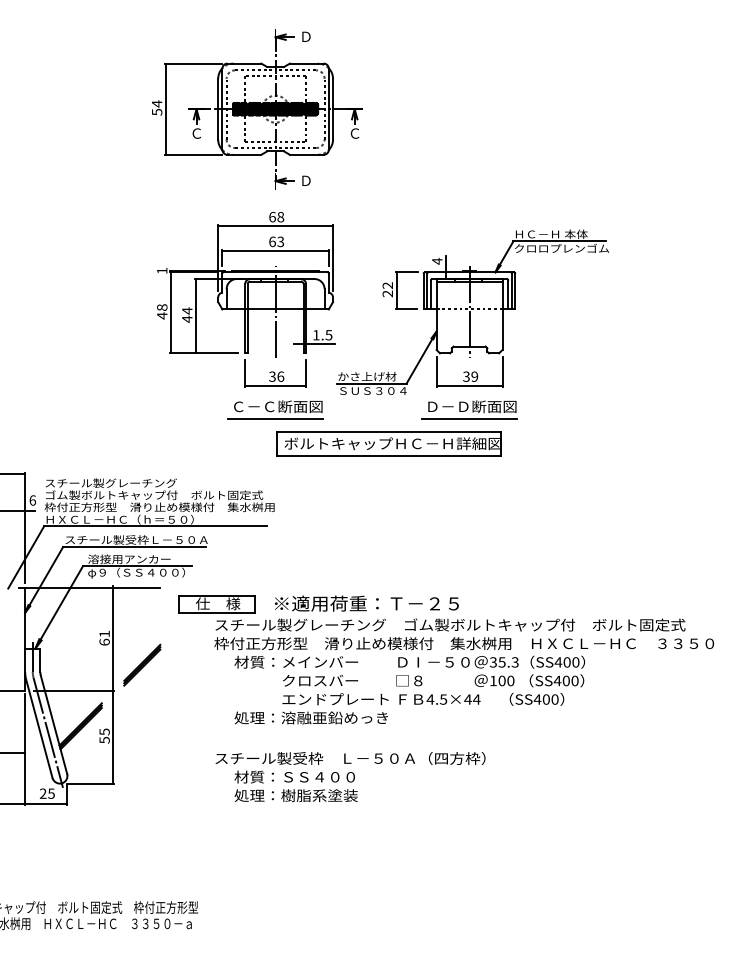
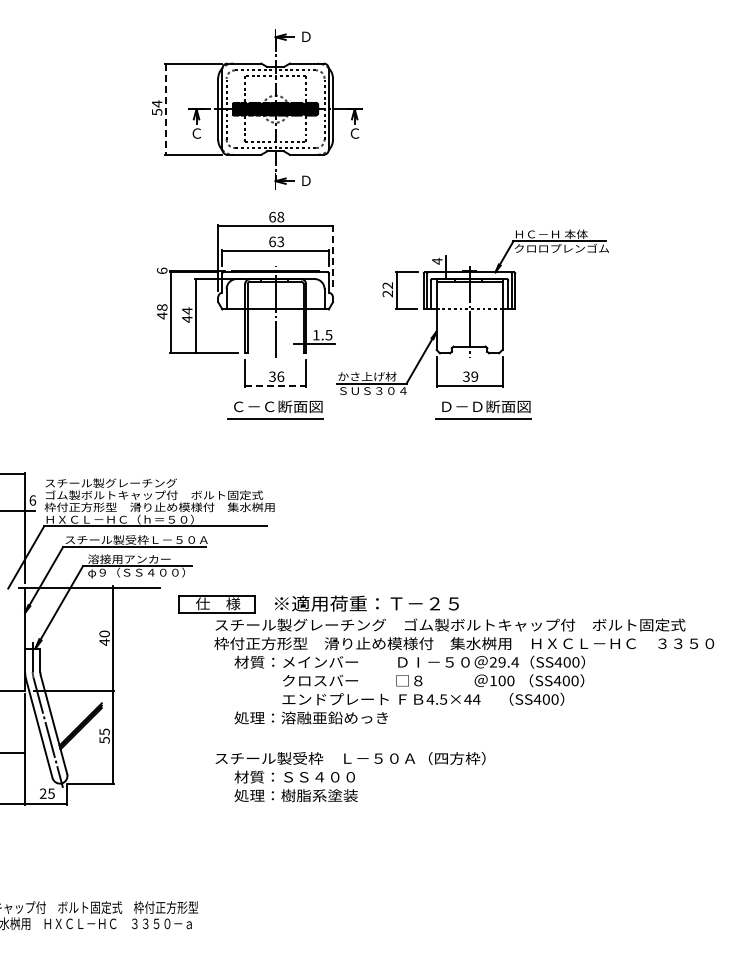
line at (166, 109): solid -> dashed
line at (333, 258): solid -> dashed
text at (162, 270): 1 -> 6
line at (276, 385): solid -> dashed
part at (469, 409) position: (469, 409) -> (483, 409)
part at (388, 443): present -> none
text at (104, 638): 61 -> 40
text at (504, 662): 35.3 -> 29.4
part at (142, 664): present -> none
